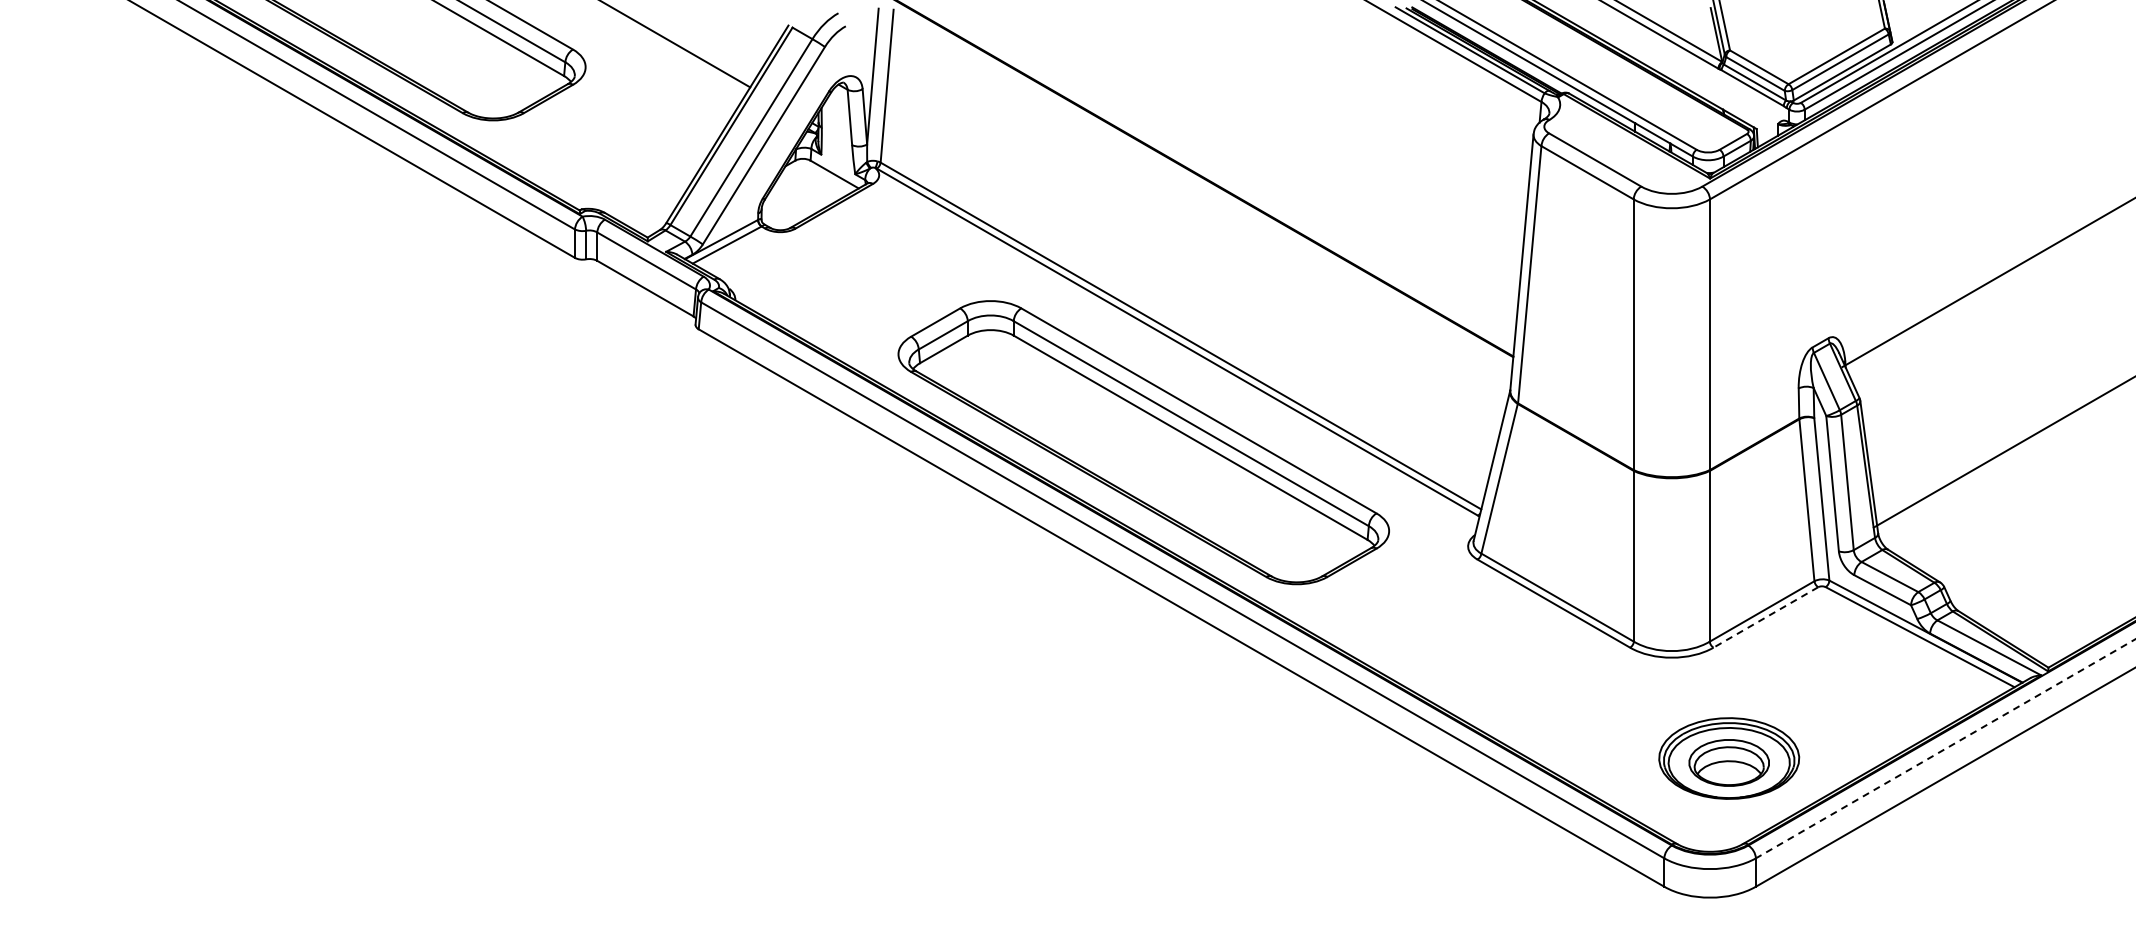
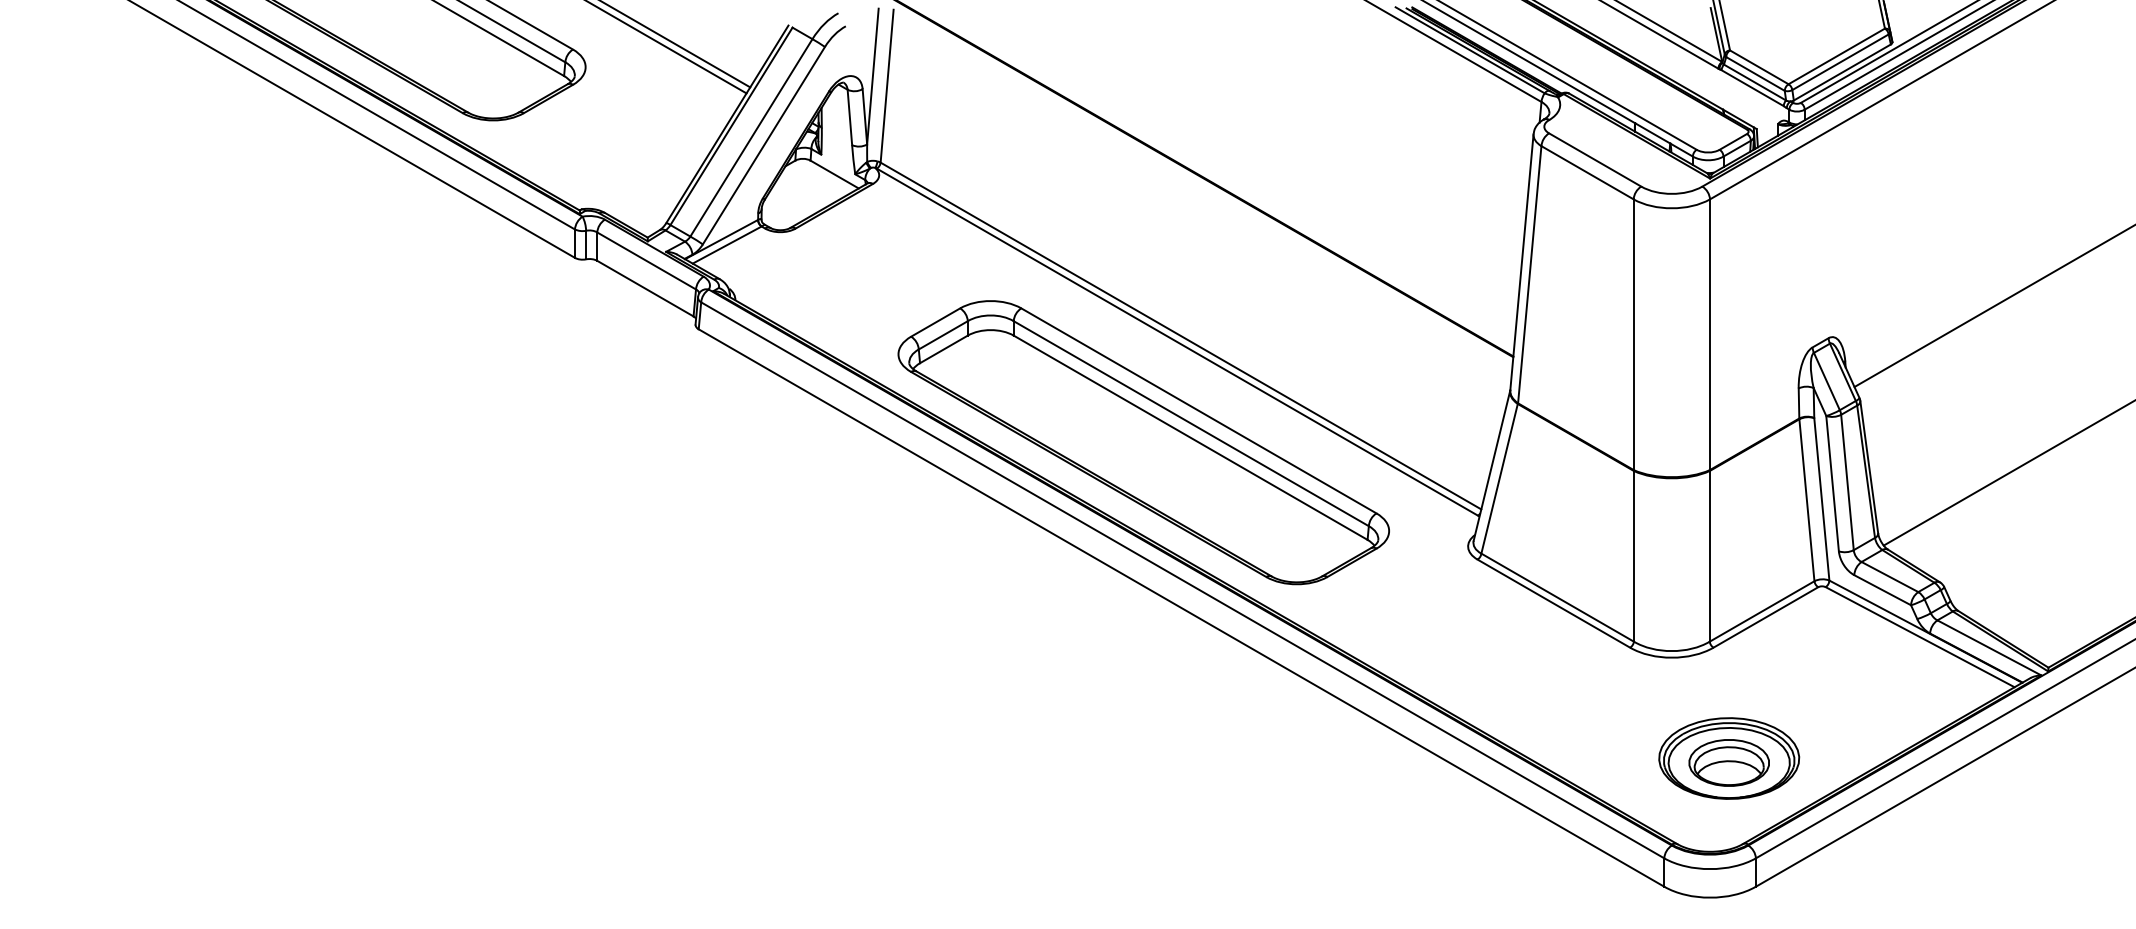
line at (667, 47): none -> present
line at (1987, 283) position: (1987, 283) -> (1993, 306)
line at (2002, 452) position: (2002, 452) -> (2007, 473)
line at (1765, 617): dashed -> solid
line at (1945, 748): dashed -> solid
